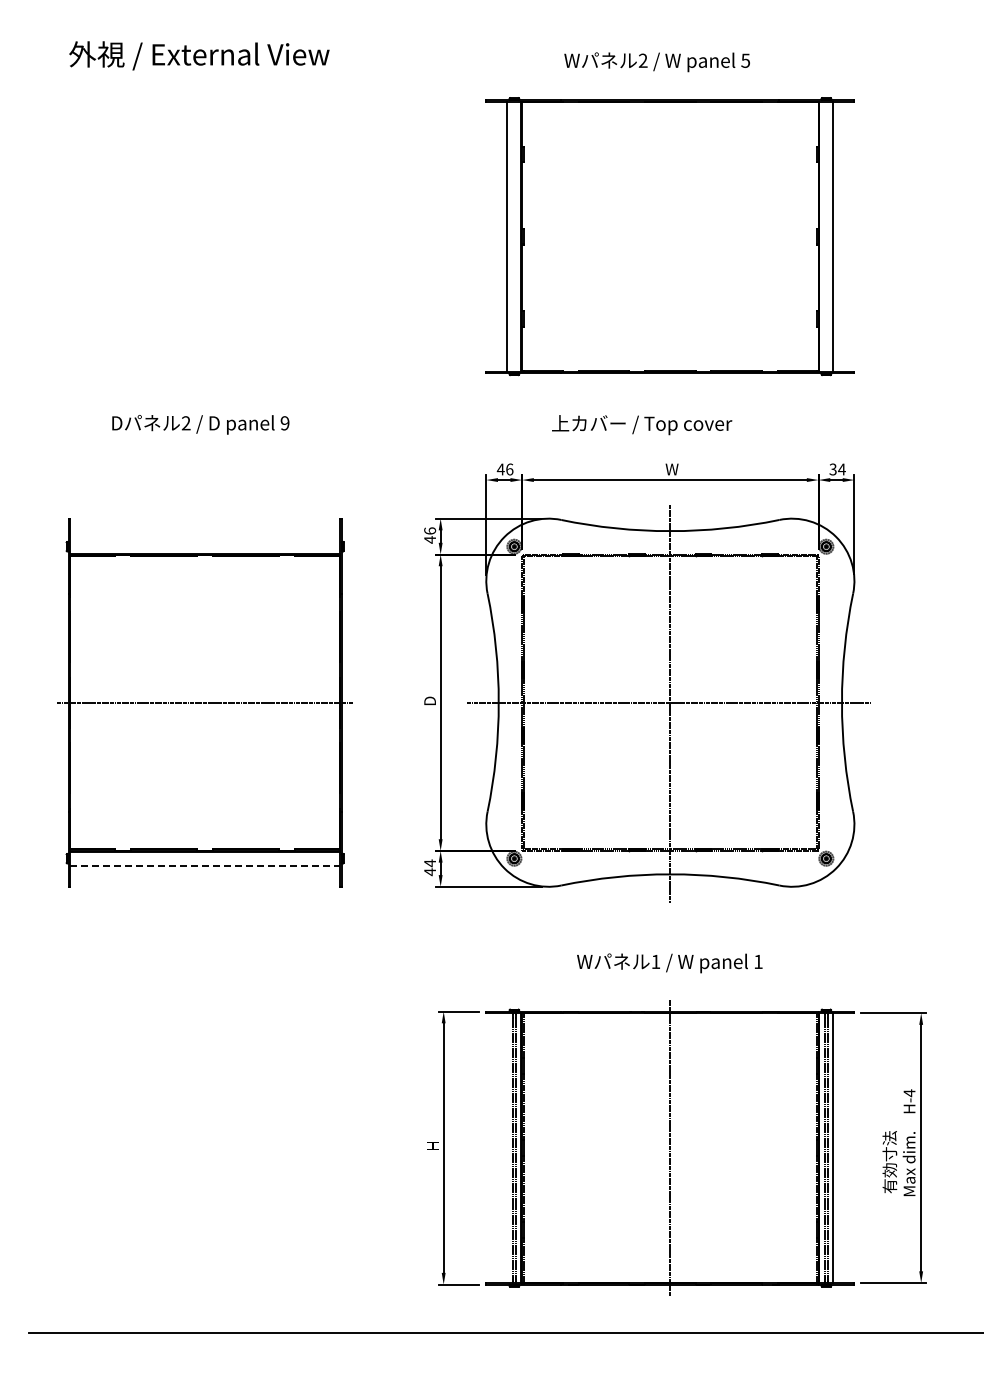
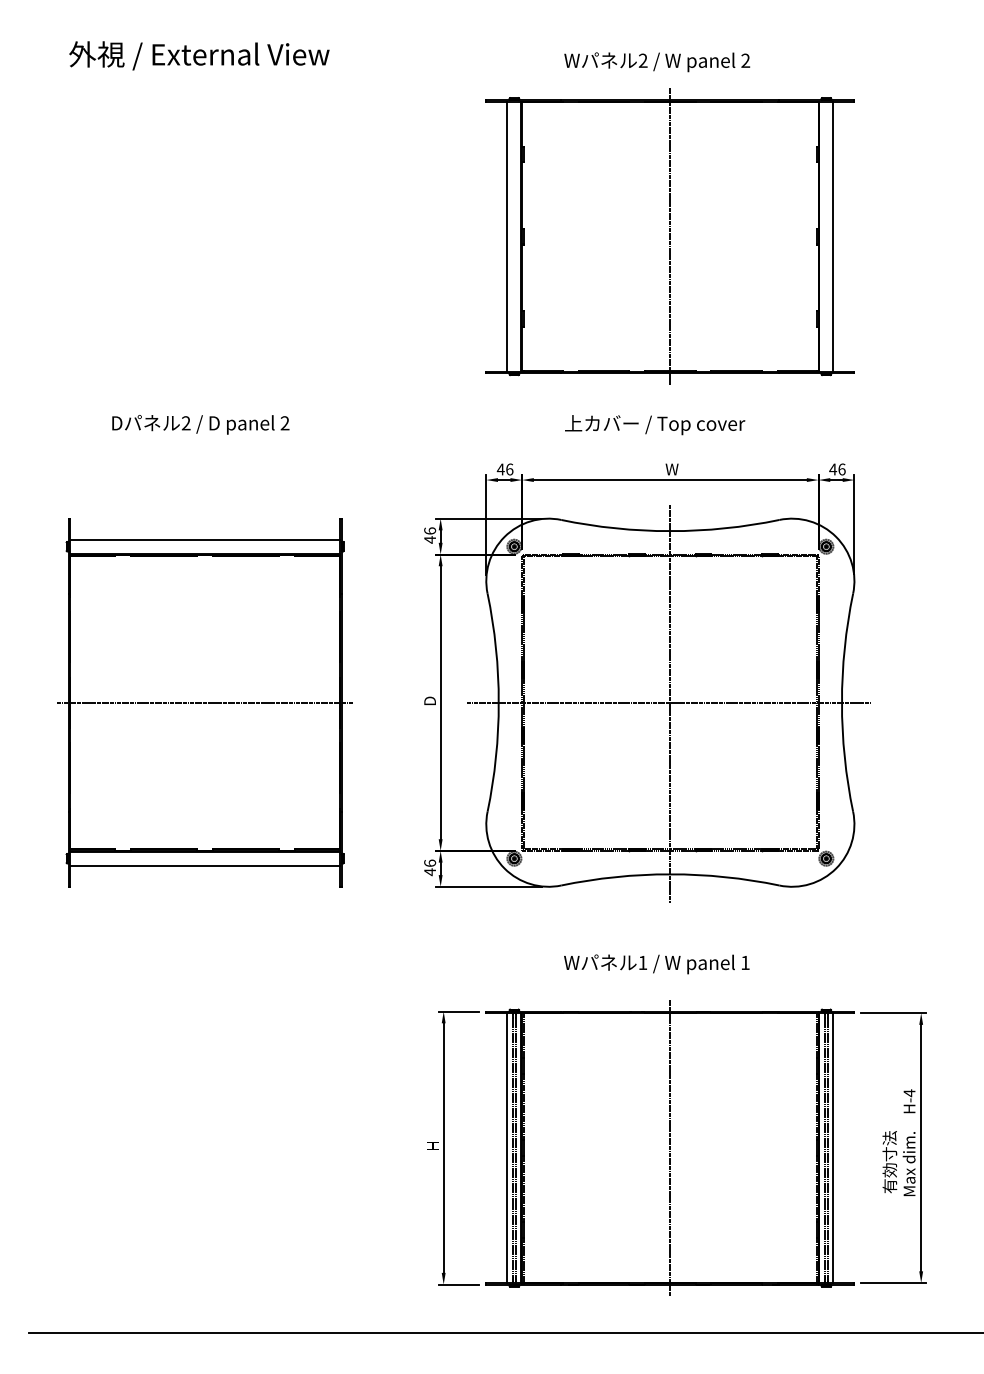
text at (745, 60): 5 -> 2
line at (670, 236): none -> present
text at (284, 423): 9 -> 2
text at (642, 425) position: (642, 425) -> (655, 425)
text at (837, 469): 34 -> 46
line at (205, 539): none -> present
text at (430, 863): 44 -> 46
line at (205, 865): dashed -> solid
text at (669, 963) position: (669, 963) -> (656, 964)
line at (507, 1148): none -> present
